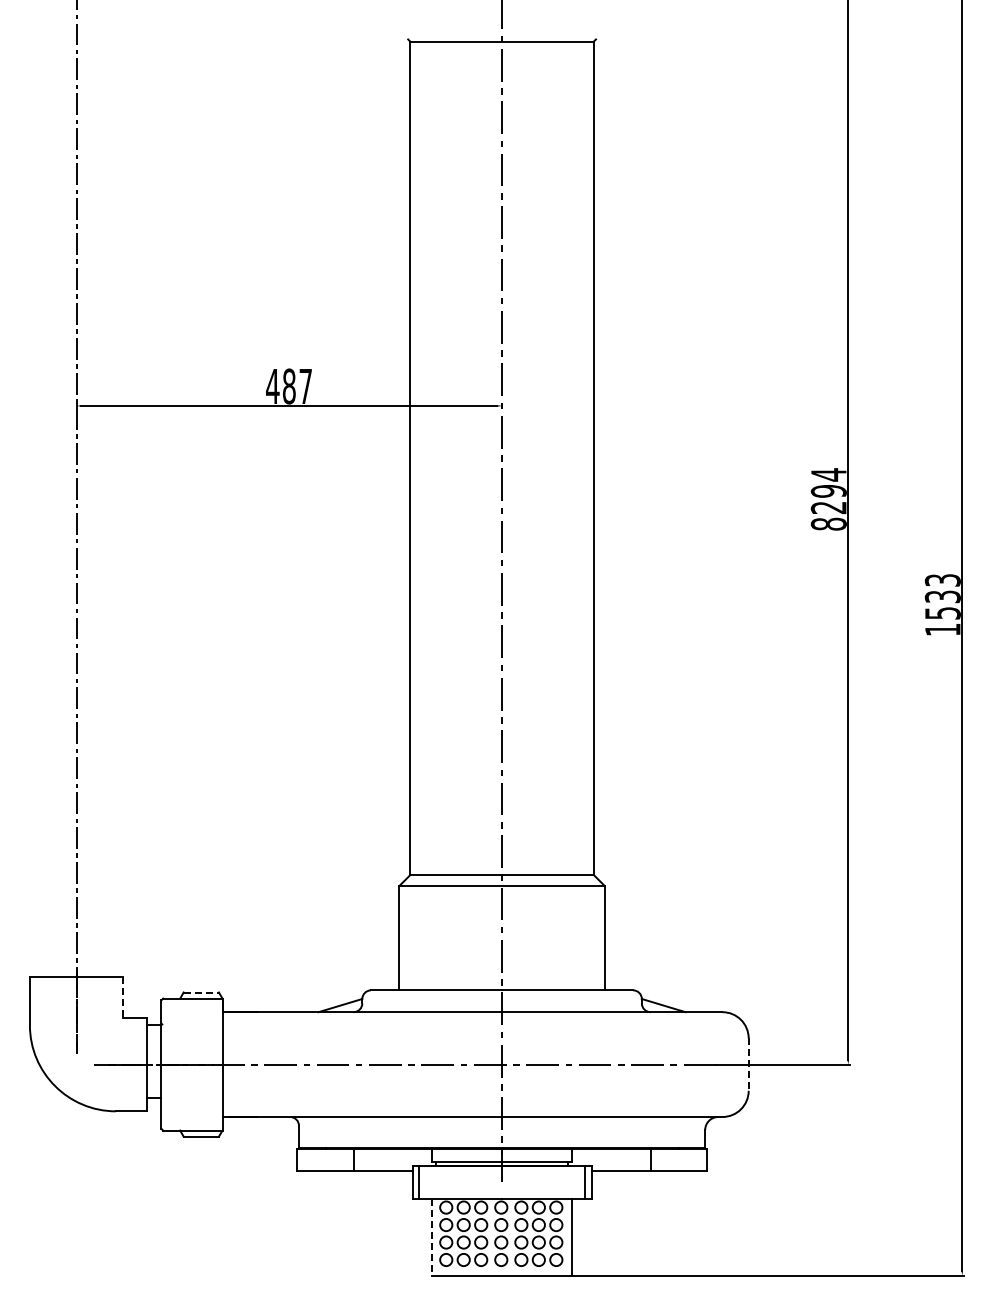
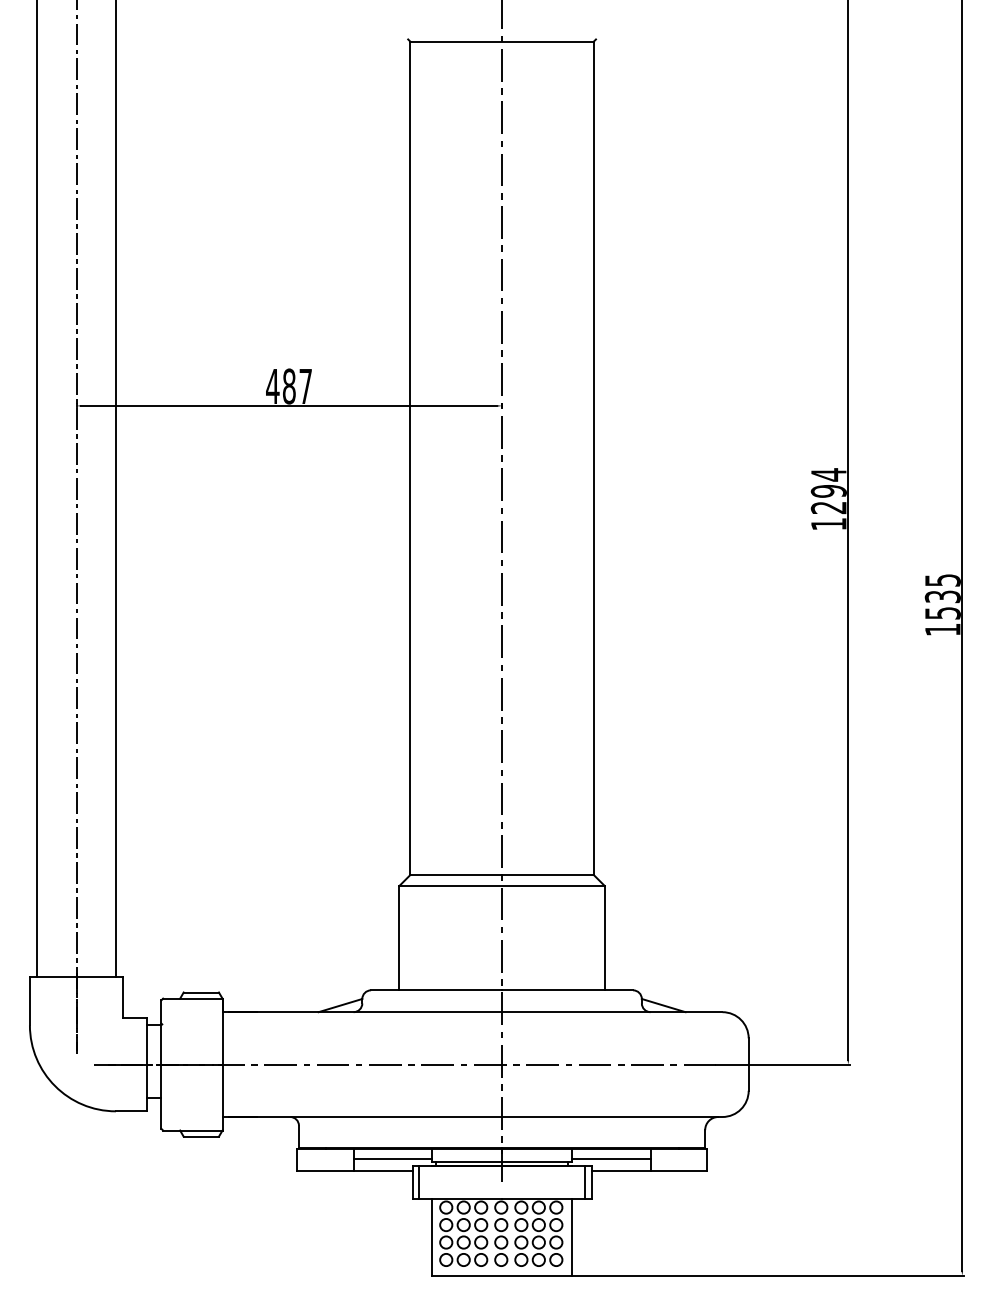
line at (36, 489): none -> present
line at (116, 489): none -> present
text at (828, 523): 8294 -> 1294
text at (942, 580): 1533 -> 1535
line at (201, 992): dashed -> solid
line at (123, 998): dashed -> solid
line at (748, 1065): dashed -> solid
line at (392, 1159): none -> present
line at (610, 1159): none -> present
line at (432, 1237): dashed -> solid
